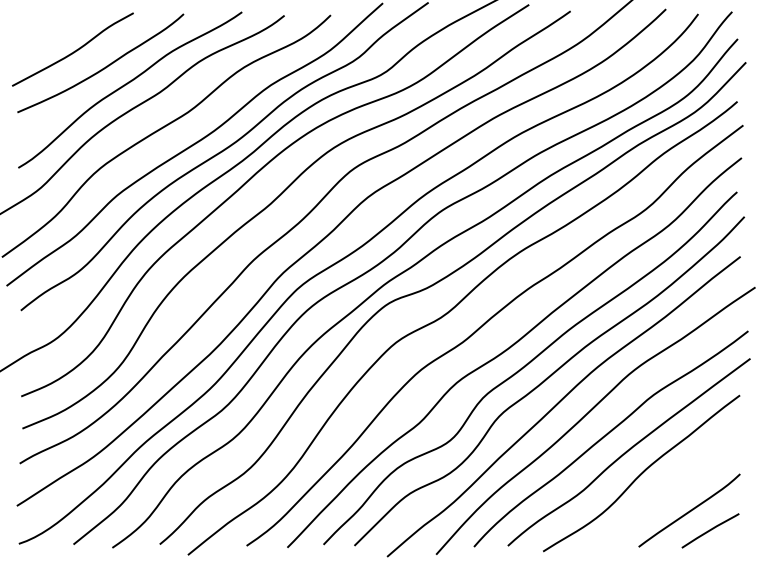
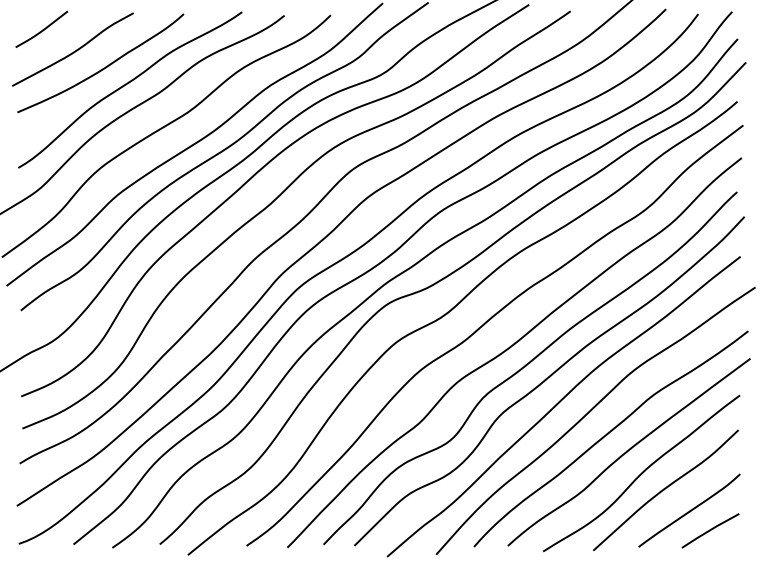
curve at (42, 29): none -> present
curve at (665, 489): none -> present
